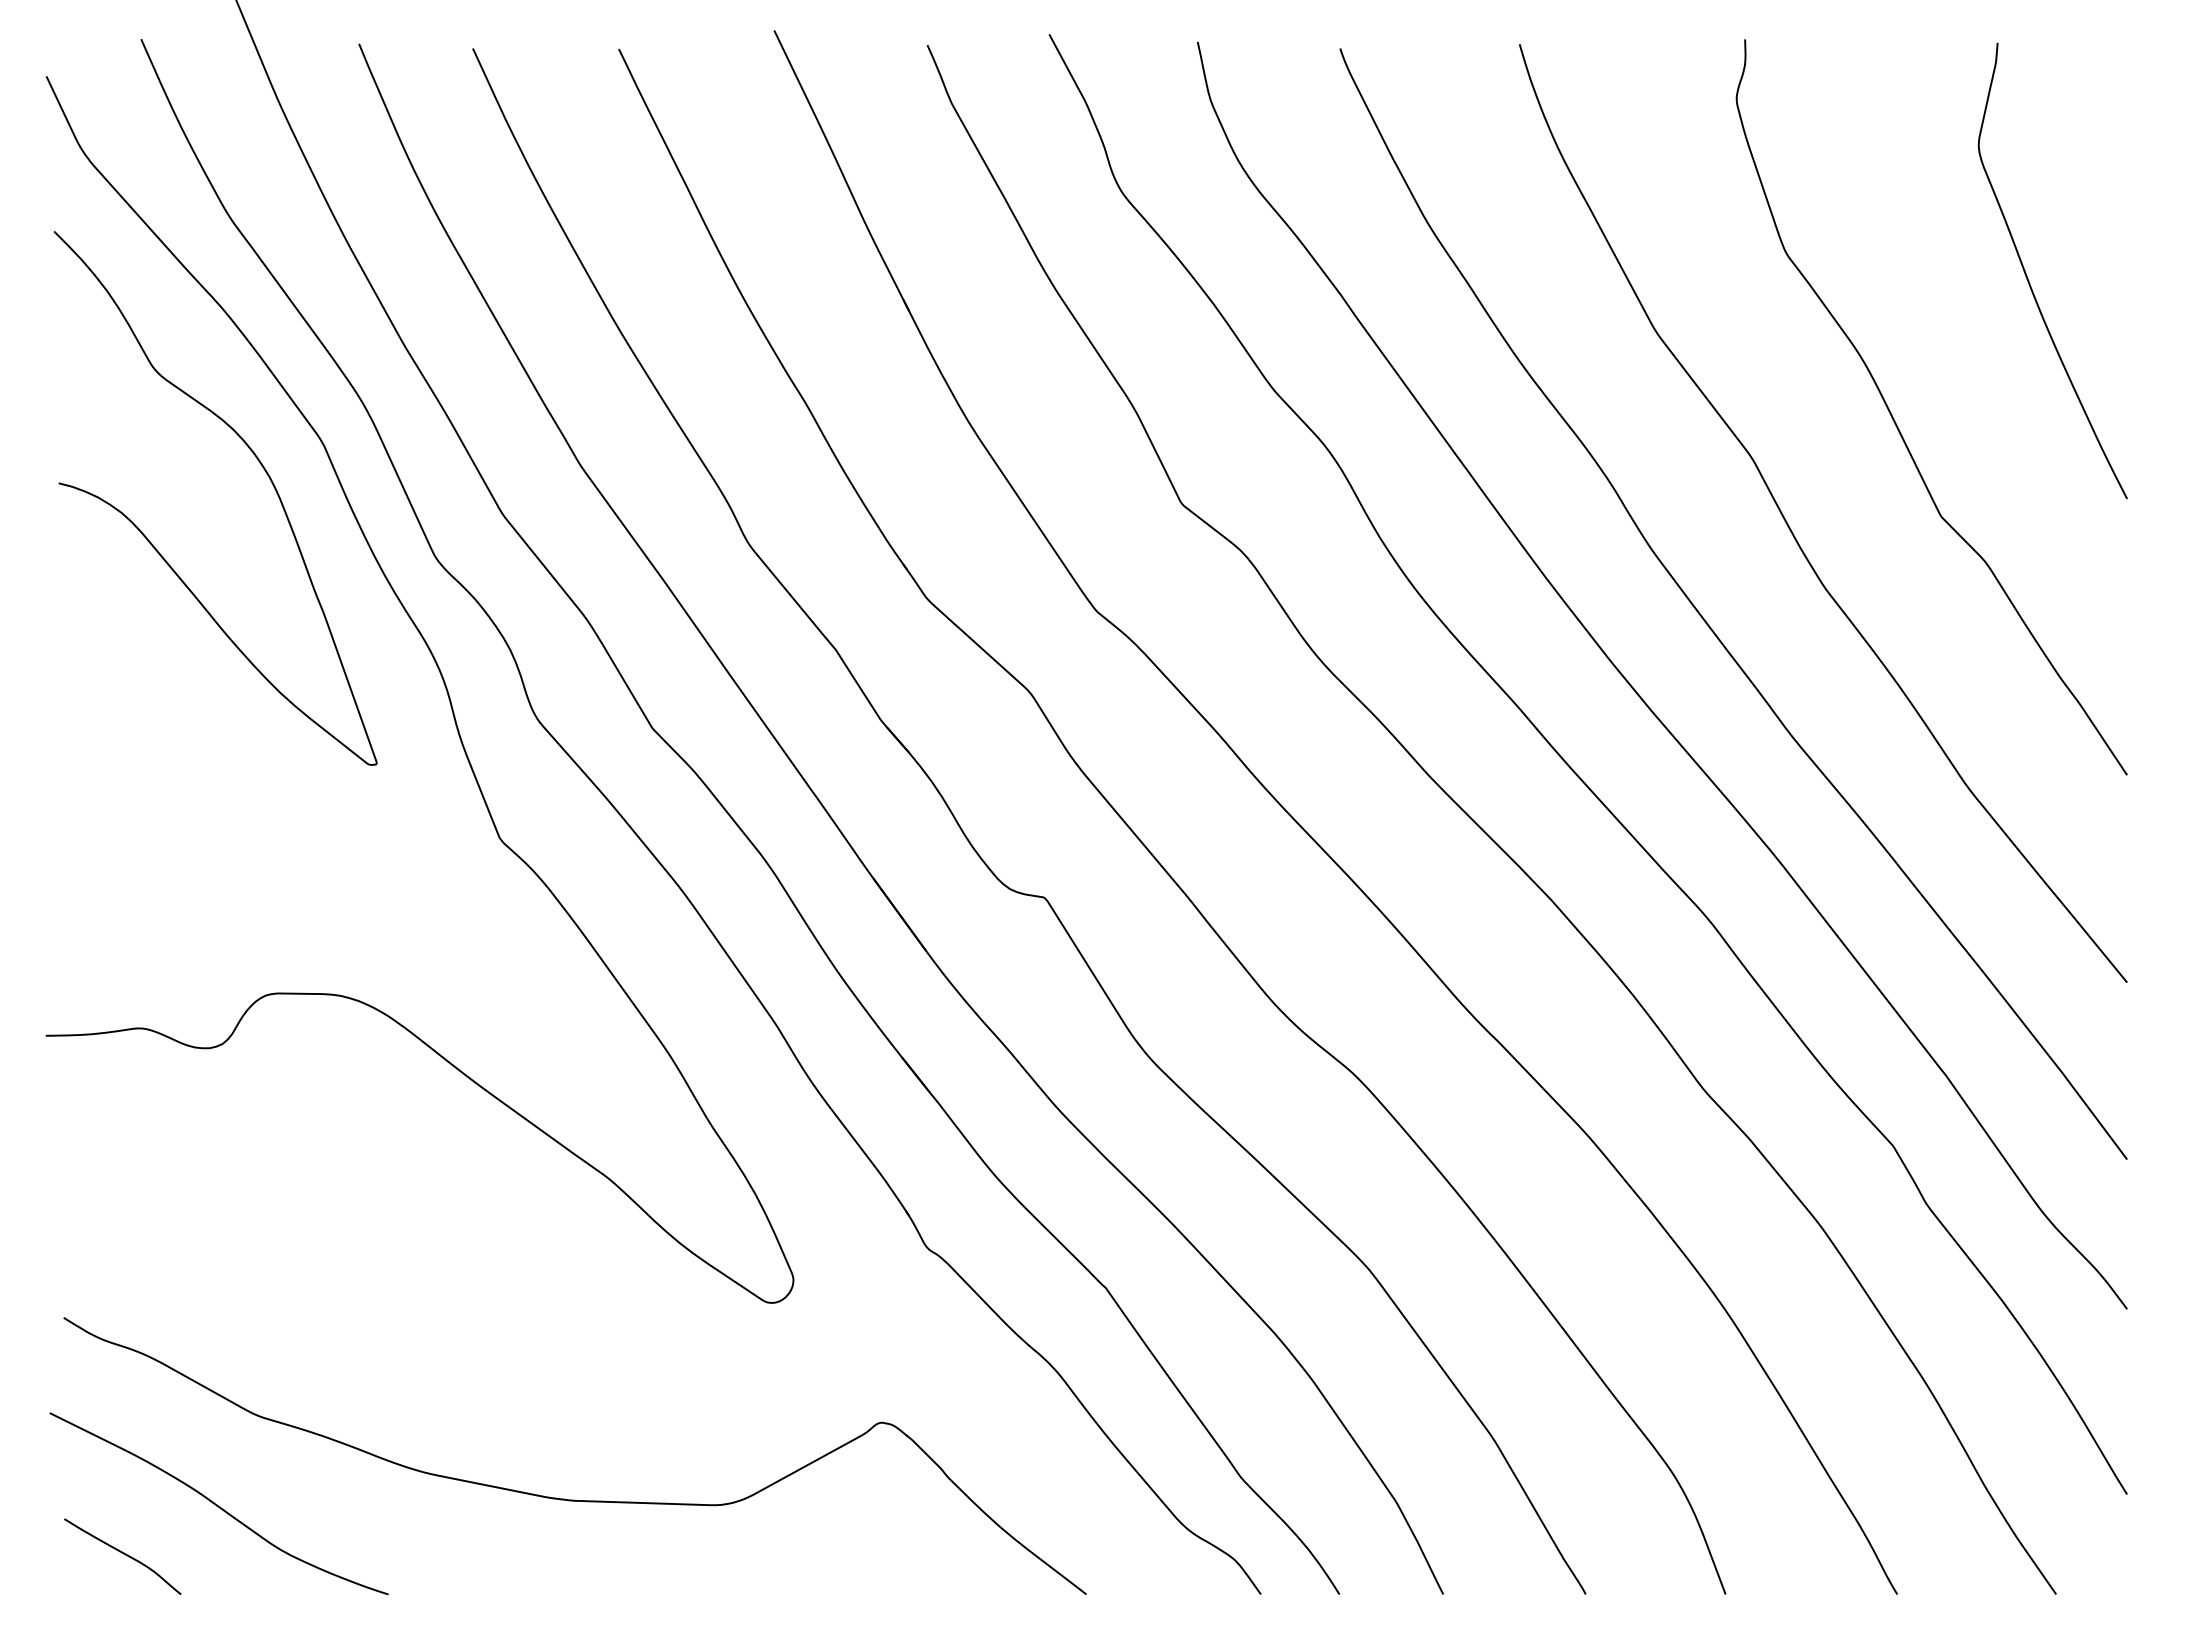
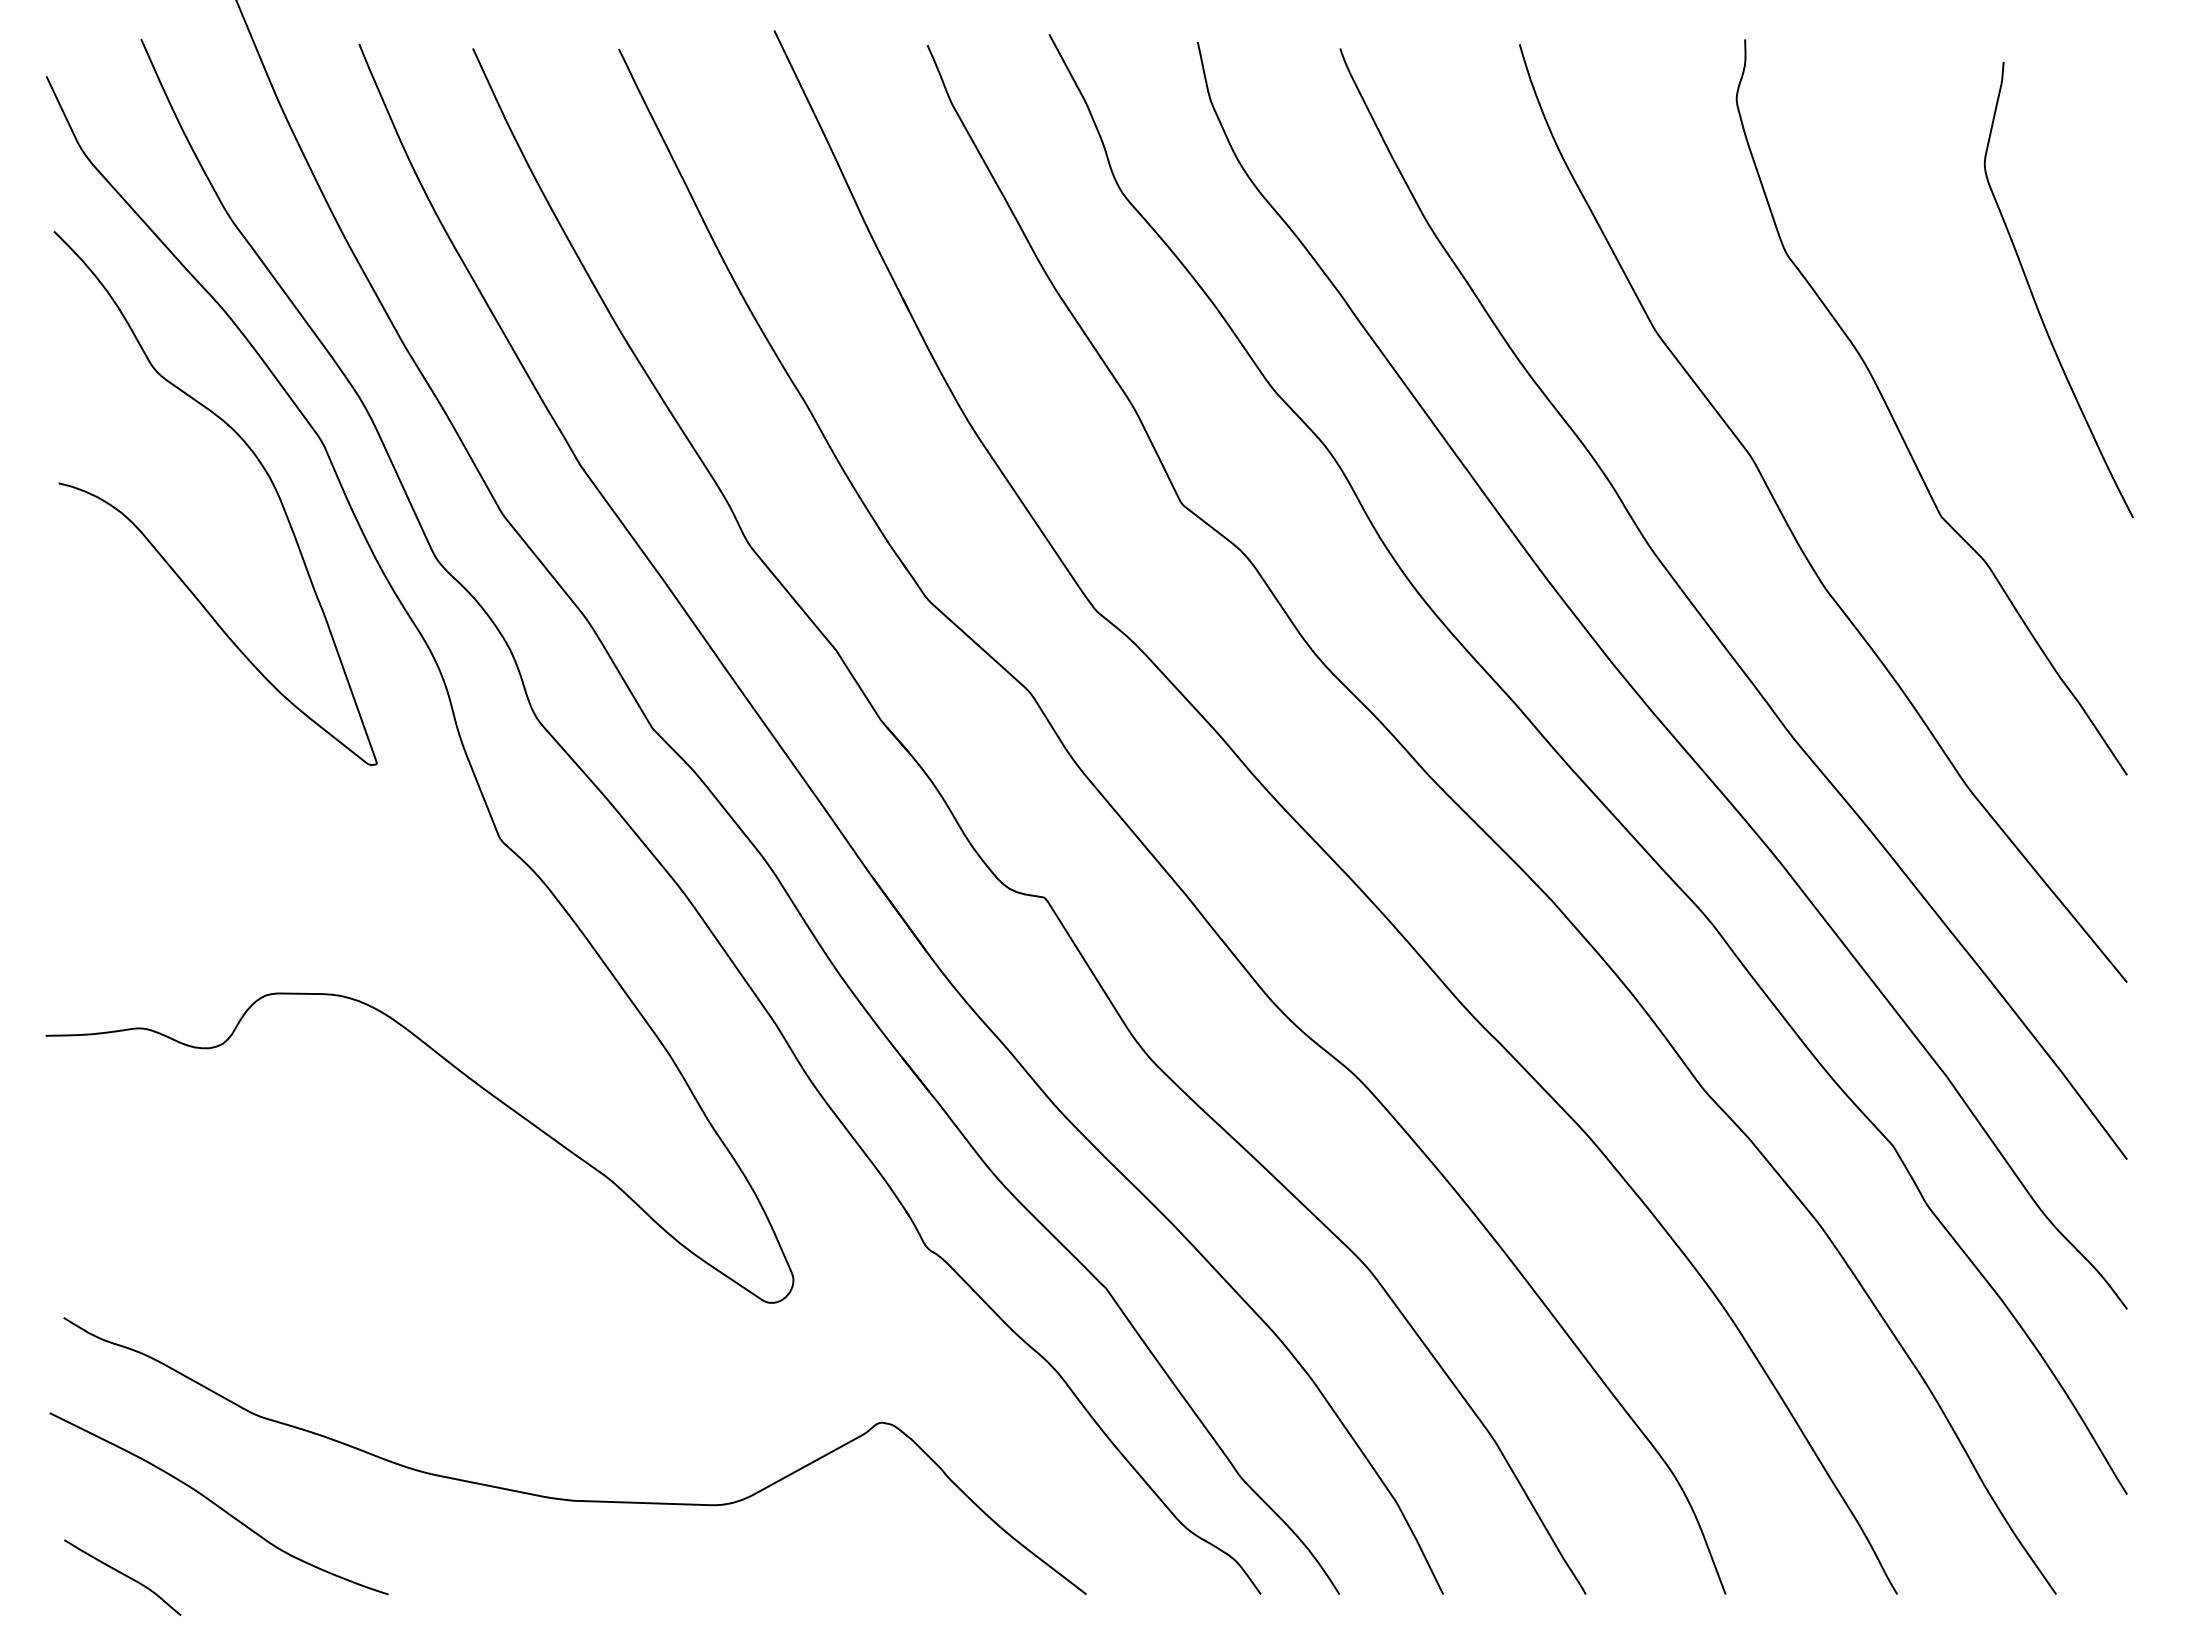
curve at (2029, 280) position: (2029, 280) -> (2035, 299)
curve at (123, 1554) position: (123, 1554) -> (123, 1575)
